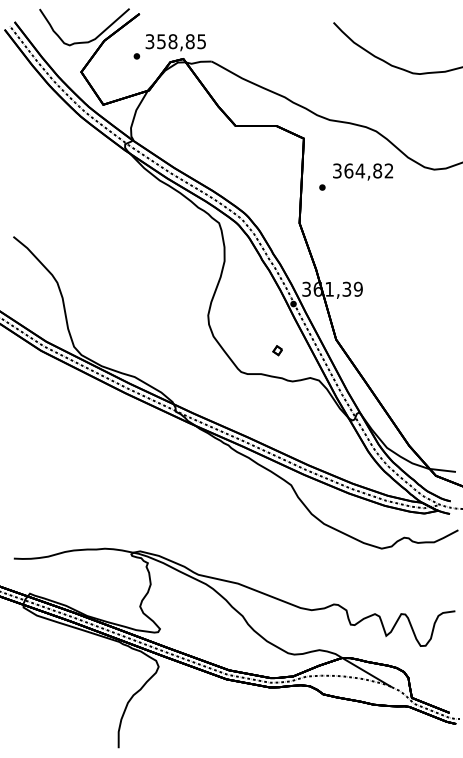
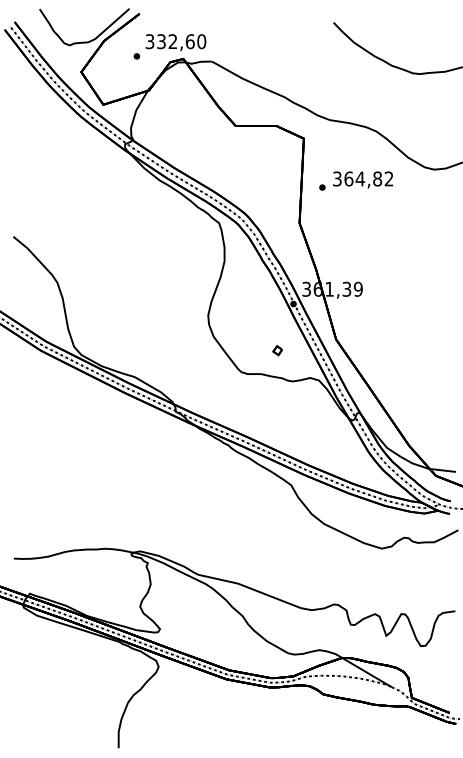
text at (181, 41): 358,85 -> 332,60
text at (363, 171) position: (363, 171) -> (363, 179)
